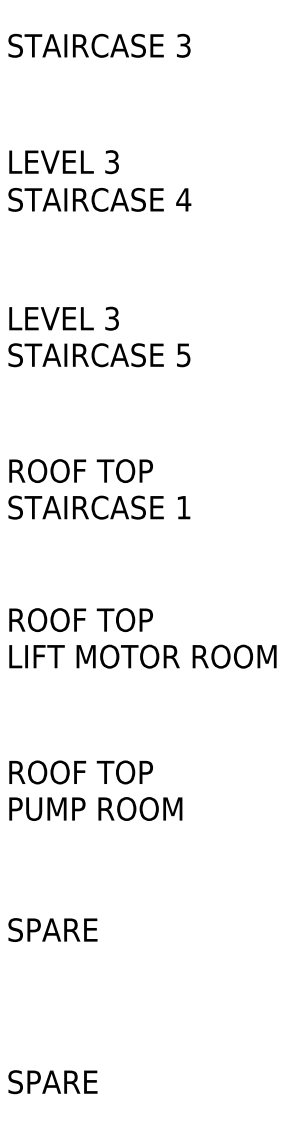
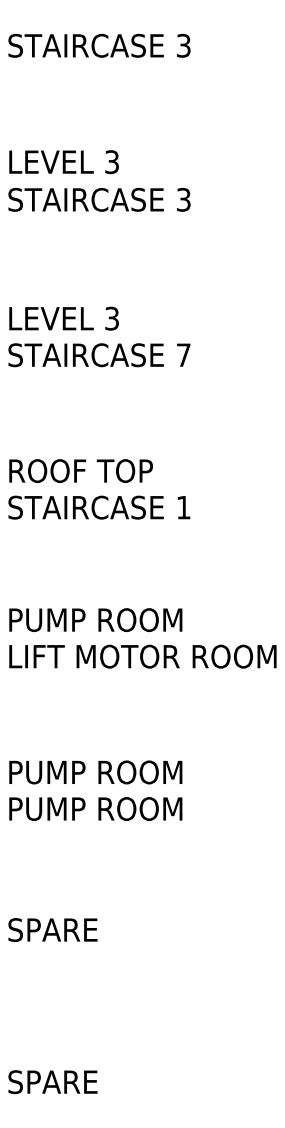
text at (183, 199): 4 -> 3
text at (183, 355): 5 -> 7
text at (97, 620): ROOF TOP -> PUMP ROOM
text at (97, 772): ROOF TOP -> PUMP ROOM
